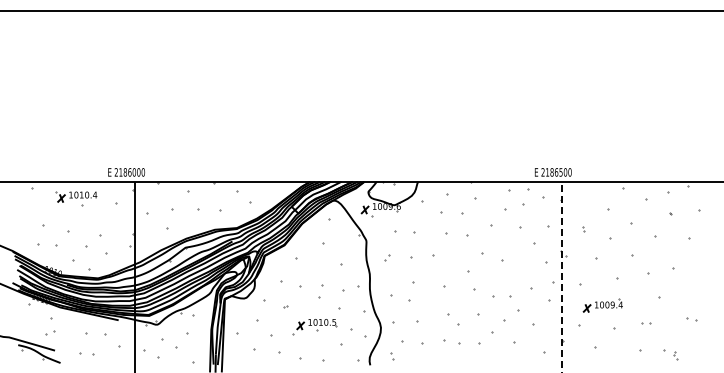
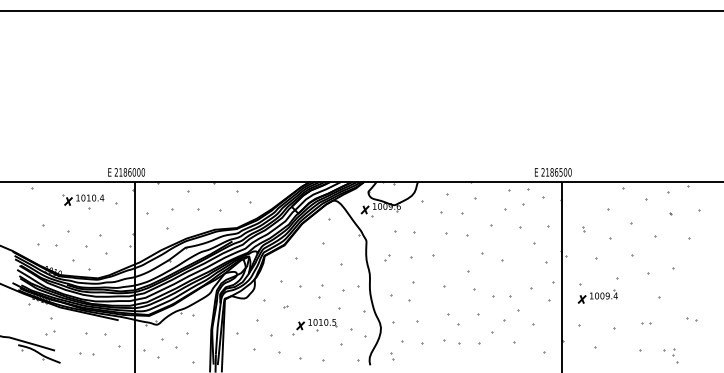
part at (76, 198) position: (76, 198) -> (83, 201)
line at (562, 276): dashed -> solid
part at (602, 305) position: (602, 305) -> (597, 296)
part at (675, 355) size: 6x10 px -> 7x16 px
